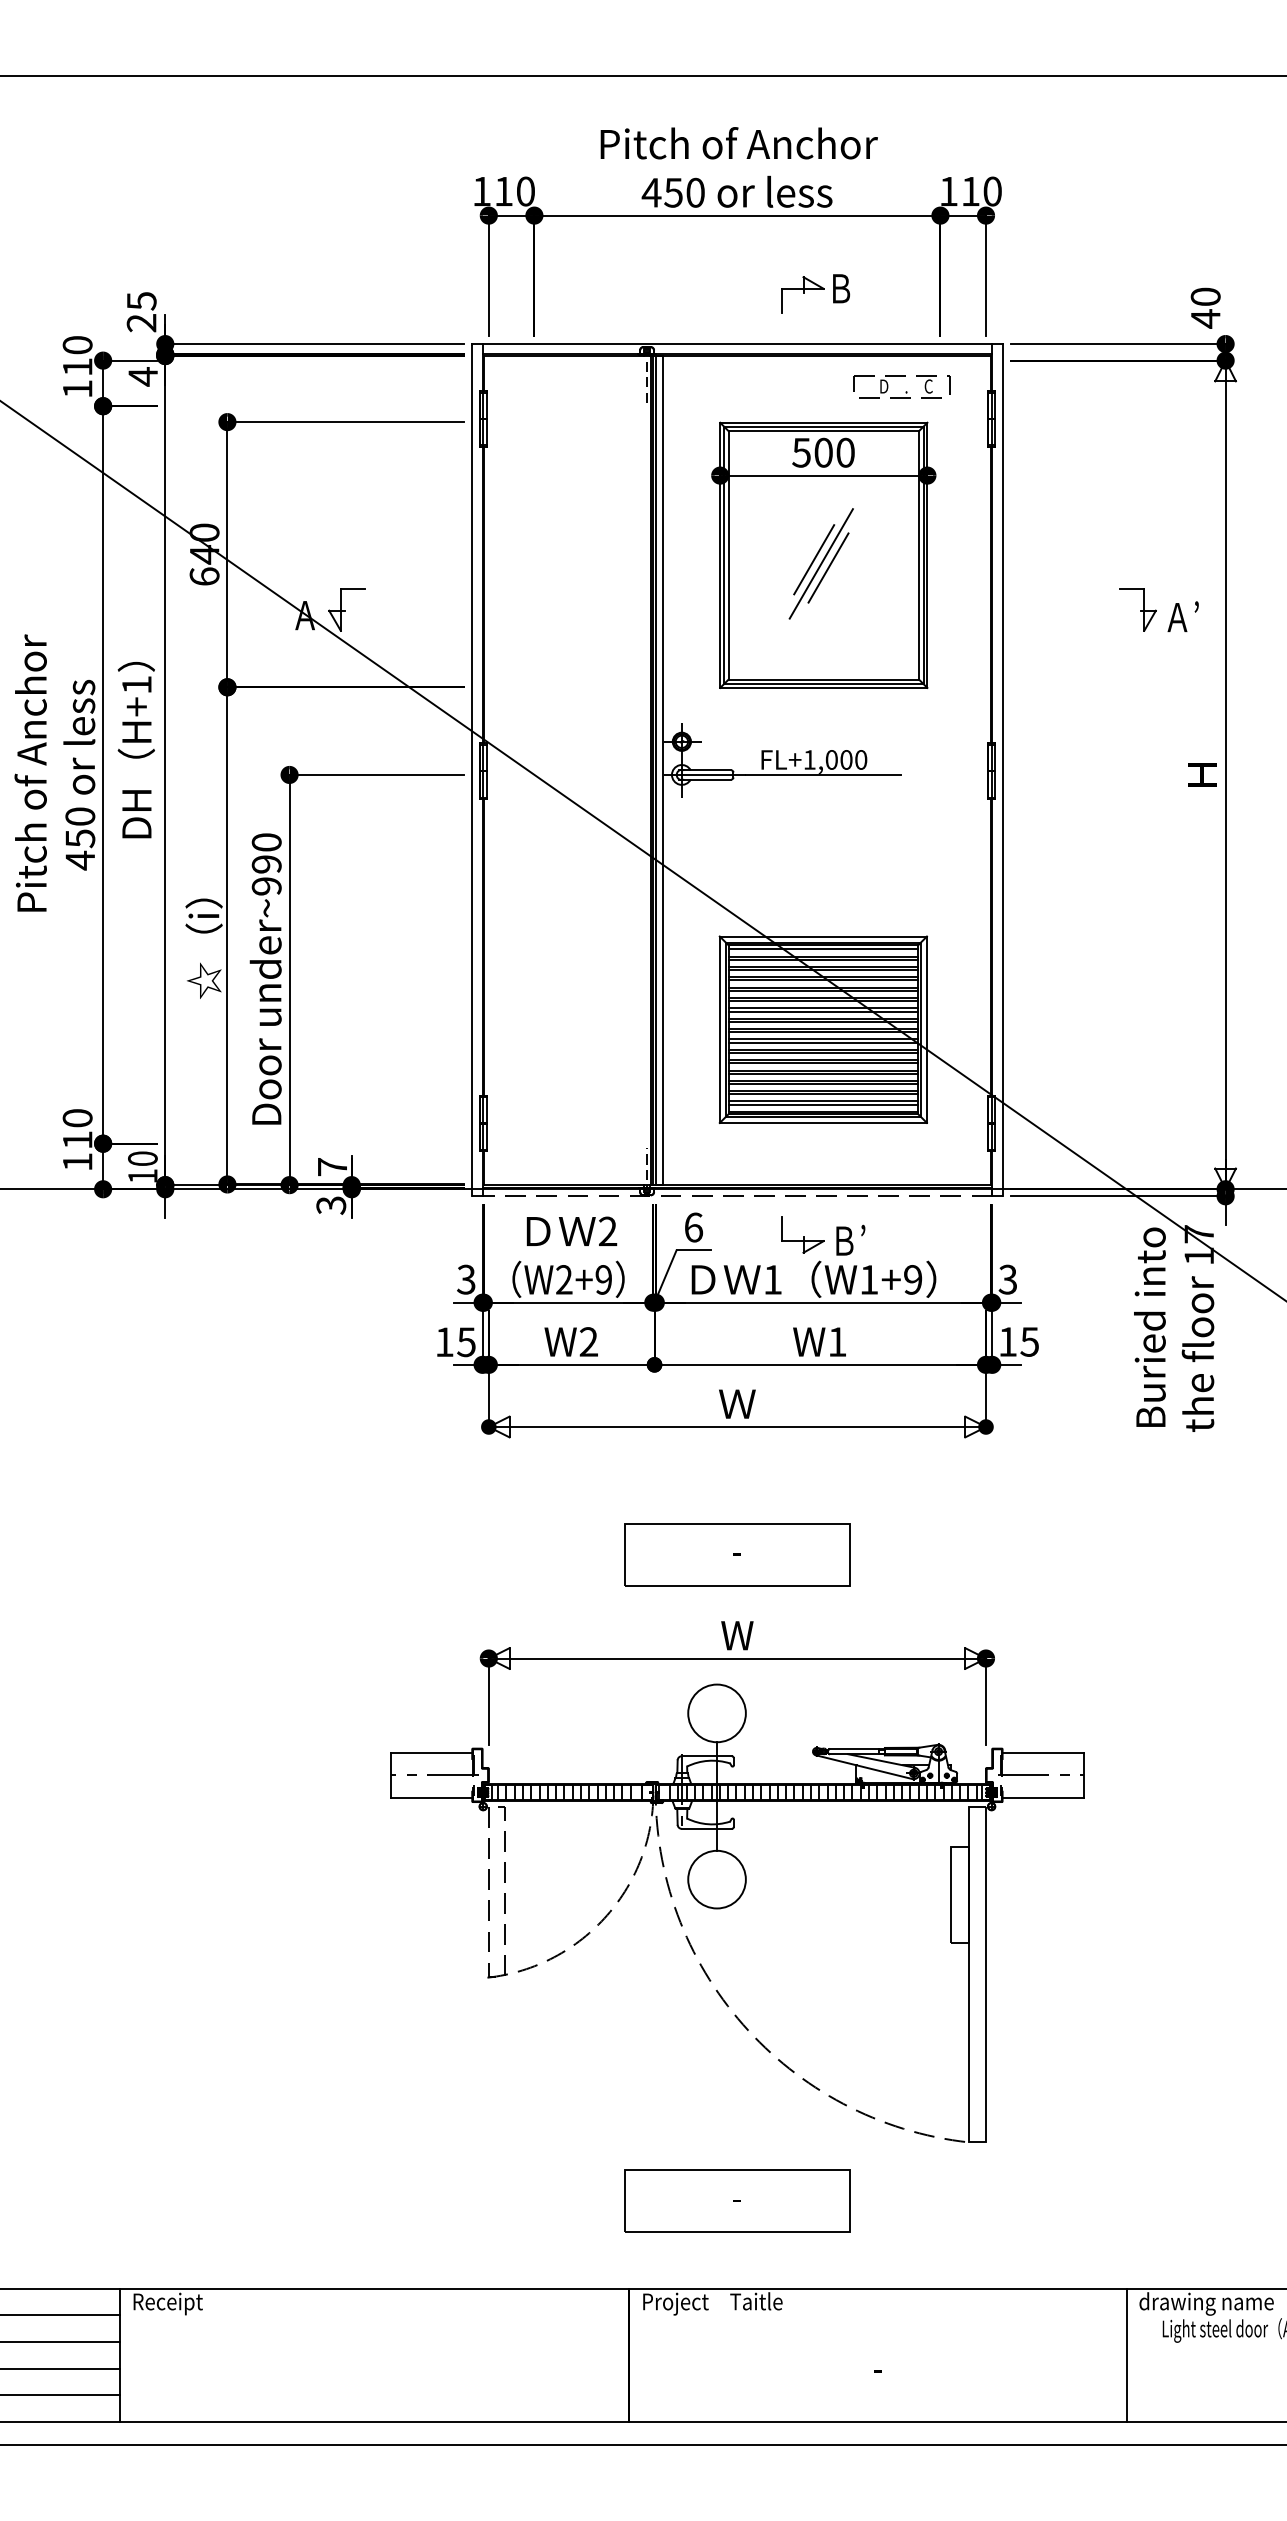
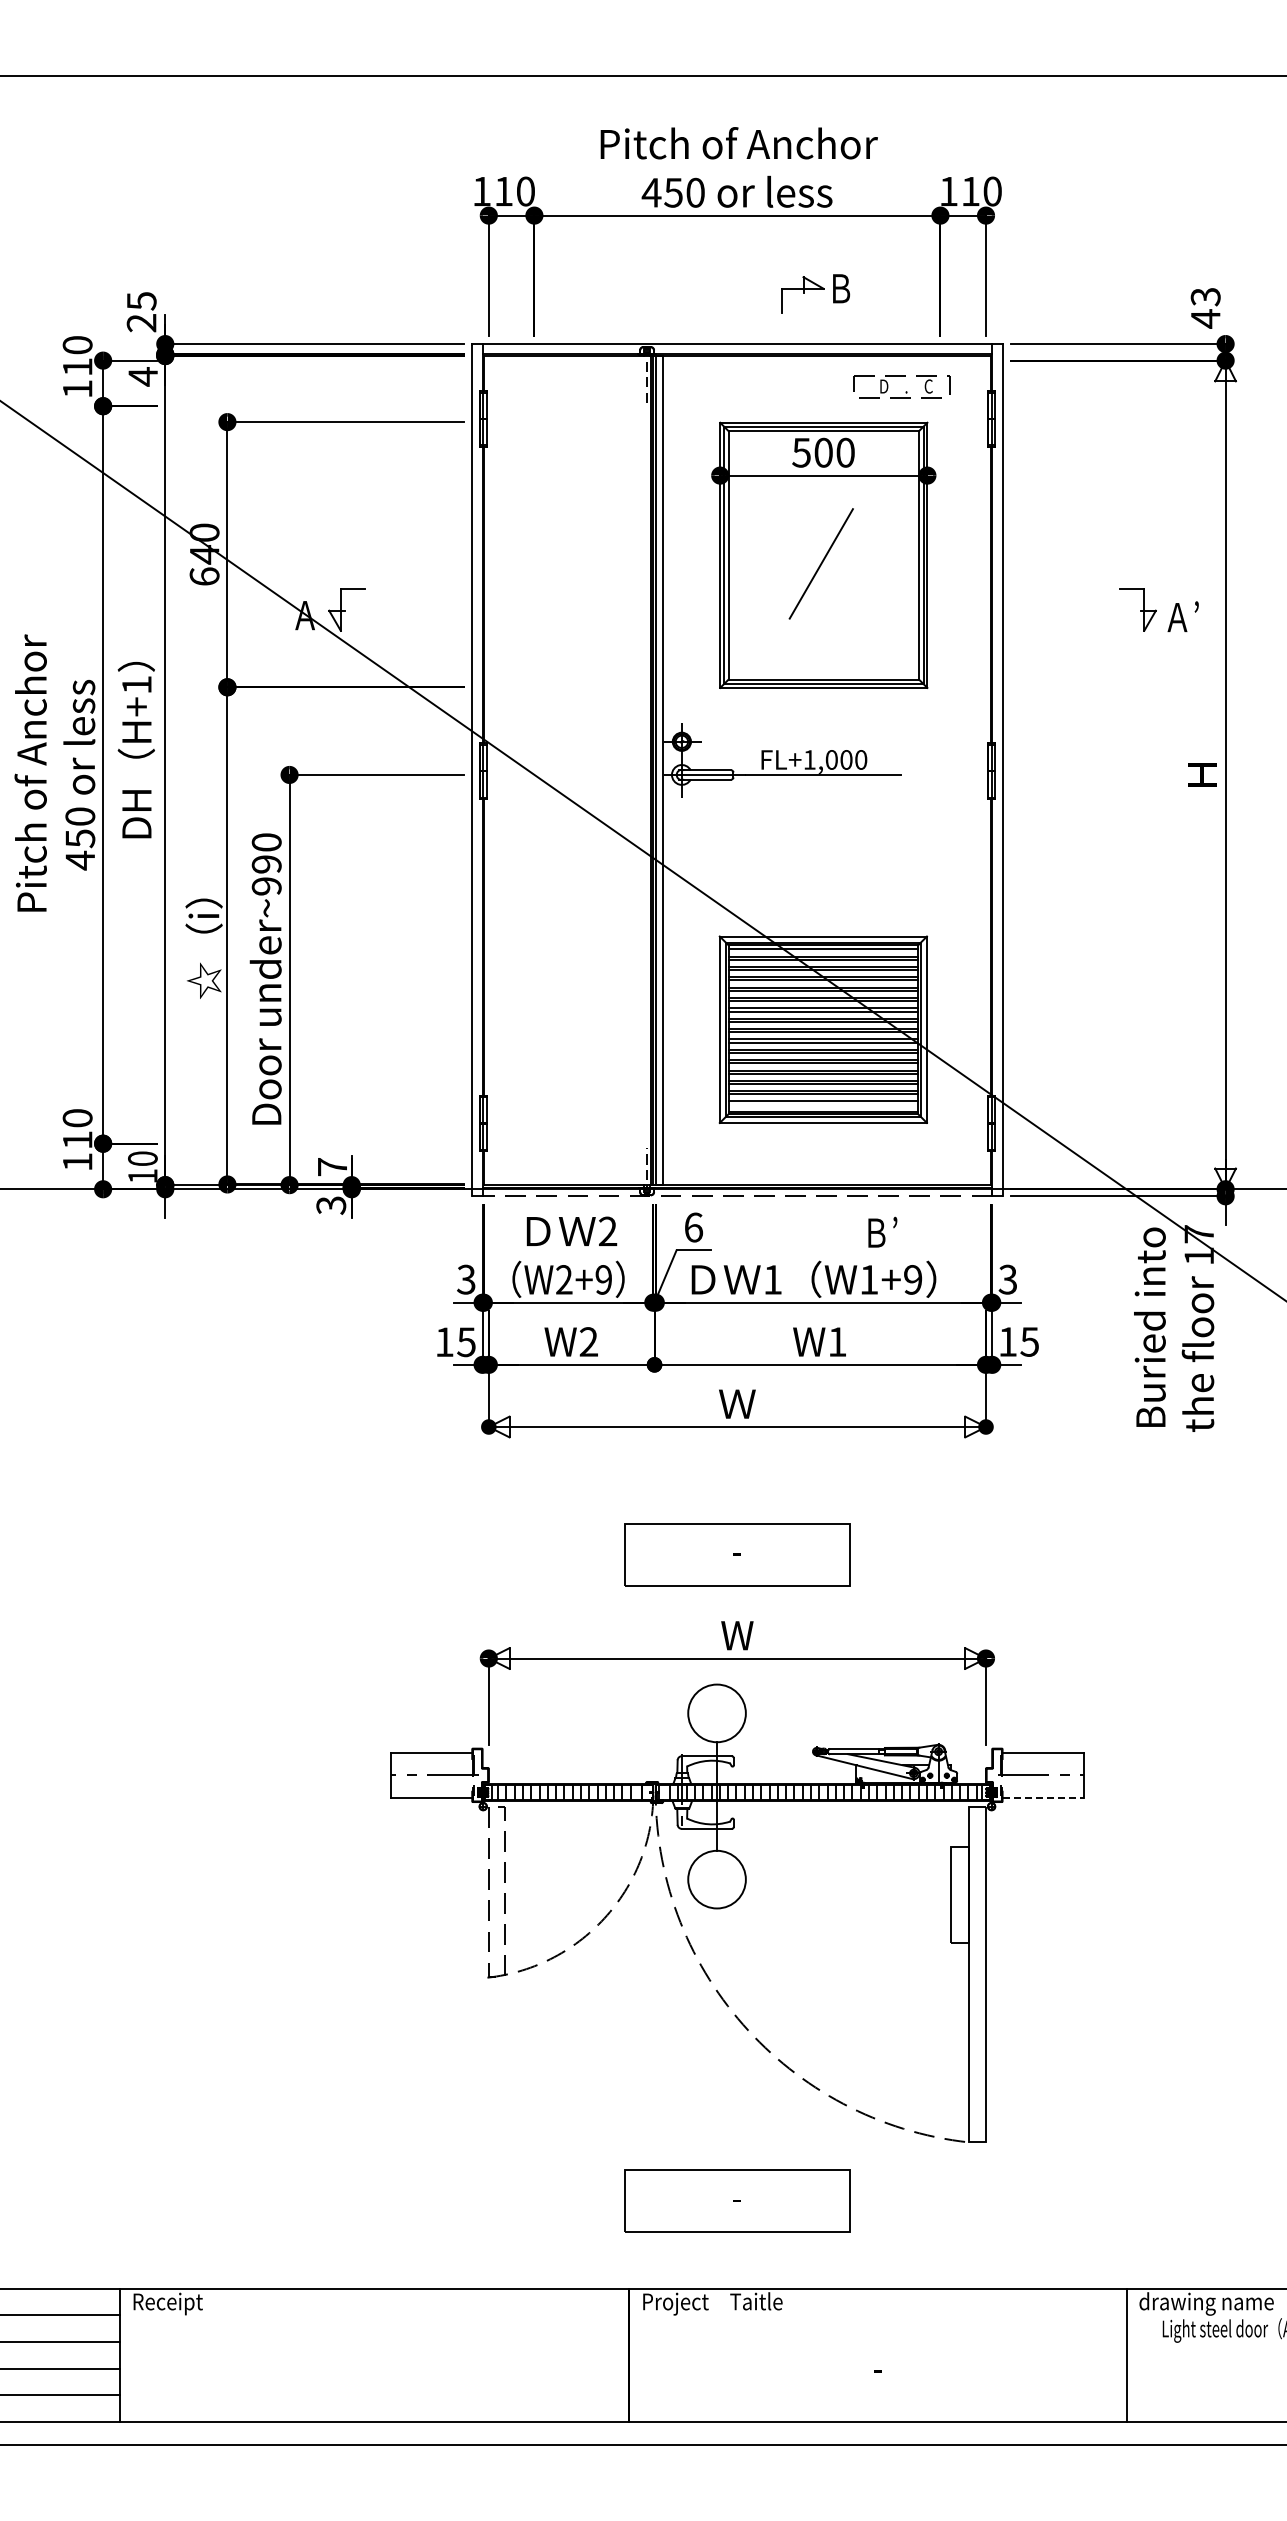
text at (1205, 296): 40 -> 43
line at (814, 559): present -> none
line at (828, 567): present -> none
line at (823, 1104): present -> none
part at (802, 1234): present -> none
text at (850, 1239) position: (850, 1239) -> (882, 1231)
line at (1043, 1797): solid -> dashed
